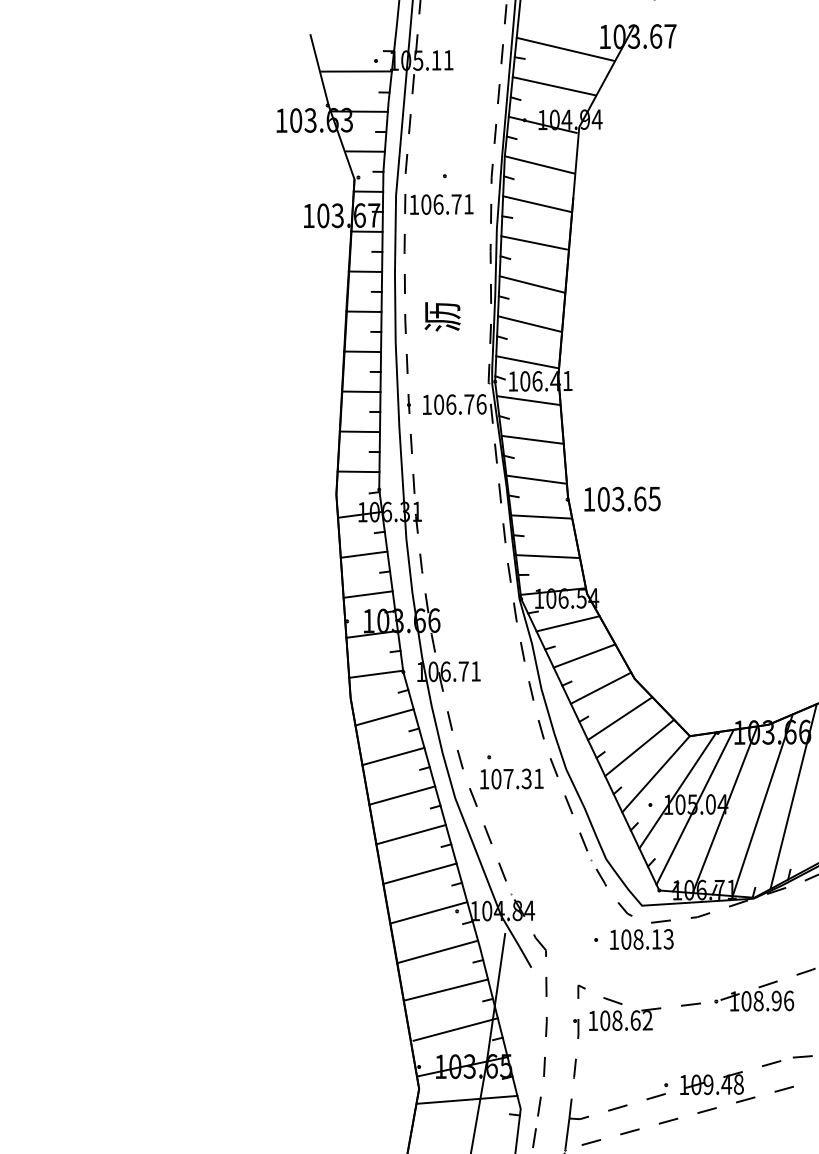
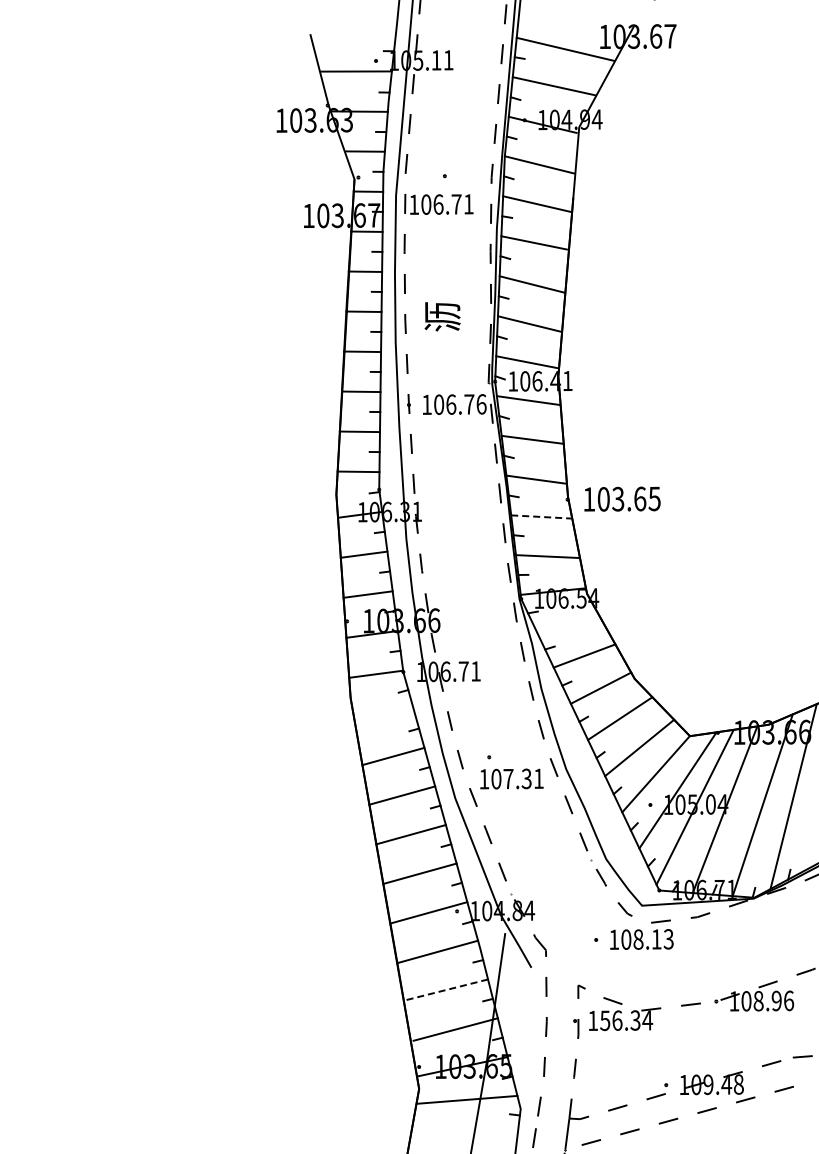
line at (541, 517): solid -> dashed
line at (567, 623): present -> none
line at (384, 717): present -> none
line at (445, 990): solid -> dashed
text at (626, 1020): 108.62 -> 156.34
